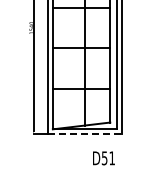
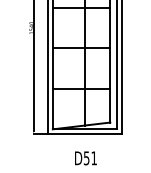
line at (85, 133): dashed -> solid
text at (103, 158) position: (103, 158) -> (85, 158)
